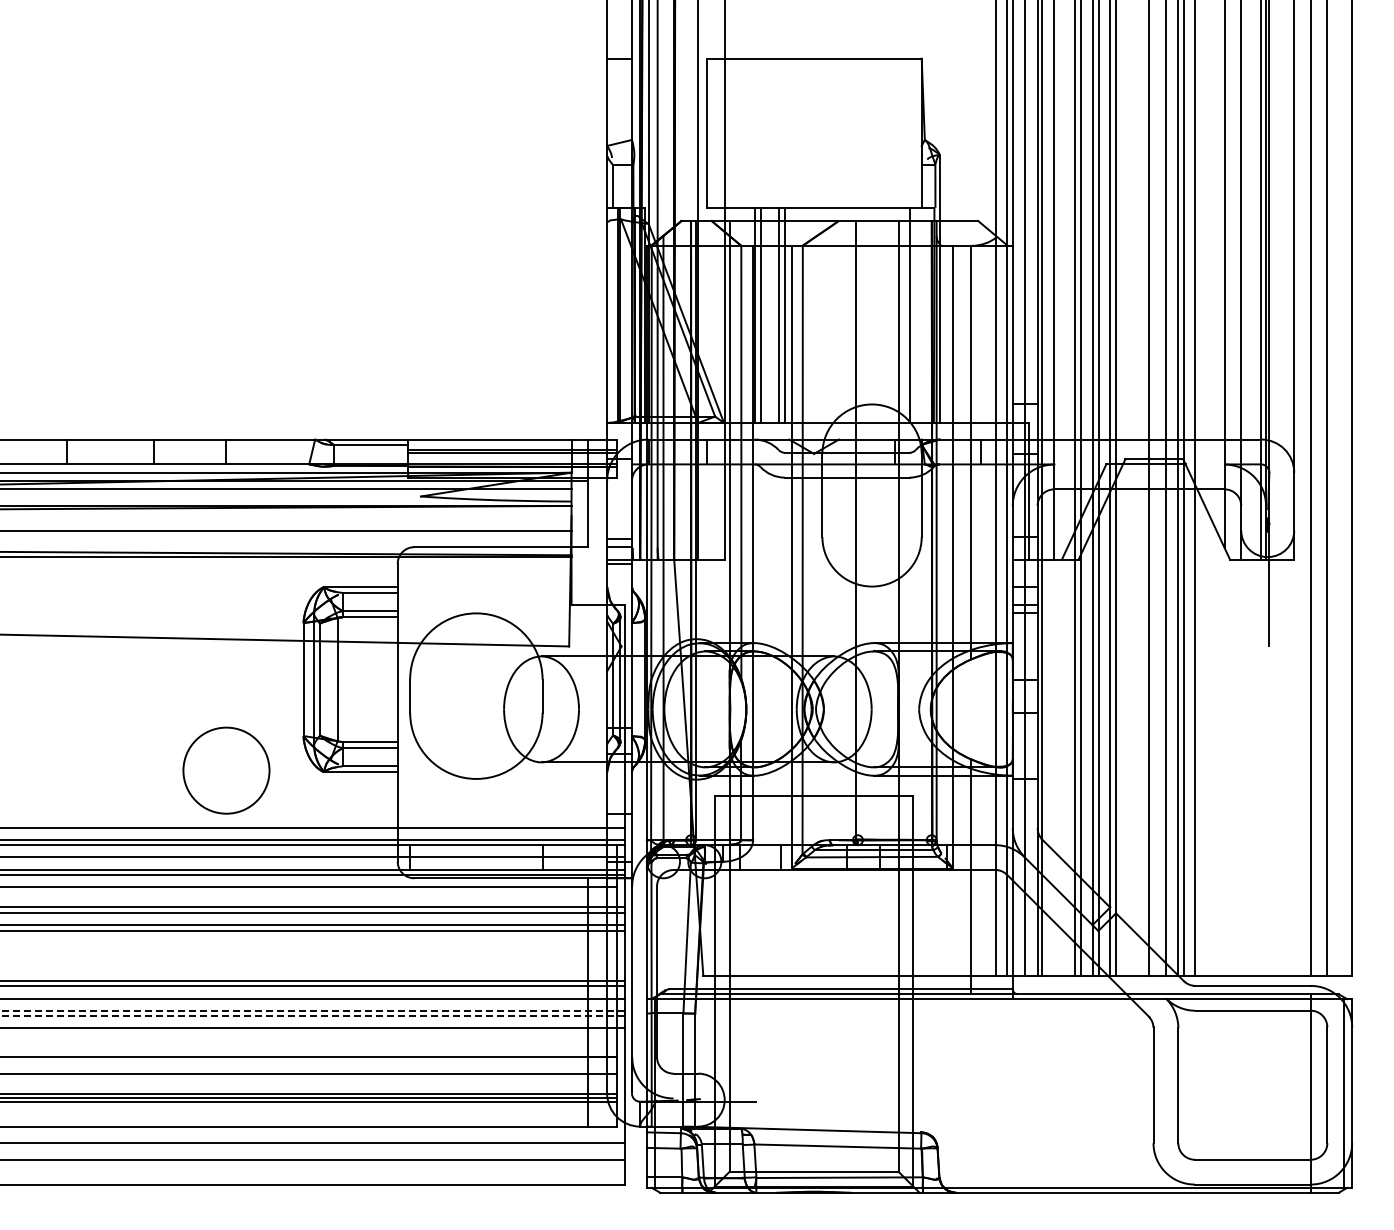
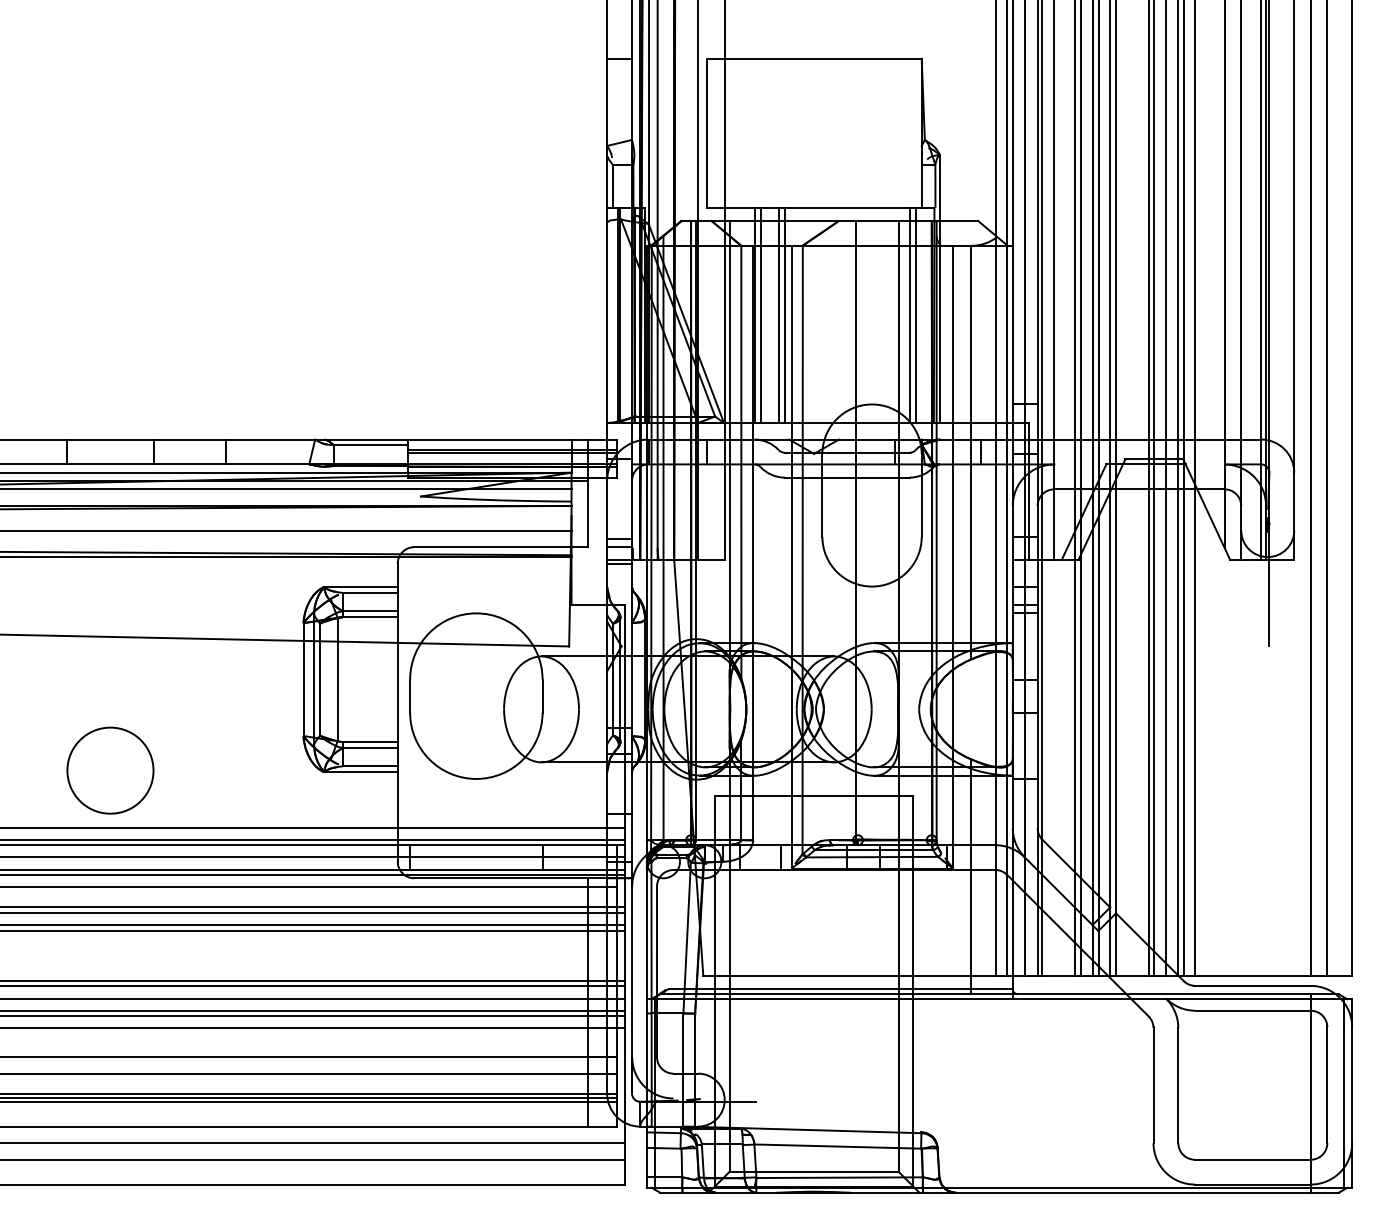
line at (915, 315): none -> present
line at (1153, 488): none -> present
circle at (226, 770) position: (226, 770) -> (110, 770)
line at (312, 1010): dashed -> solid
line at (312, 1016): dashed -> solid
